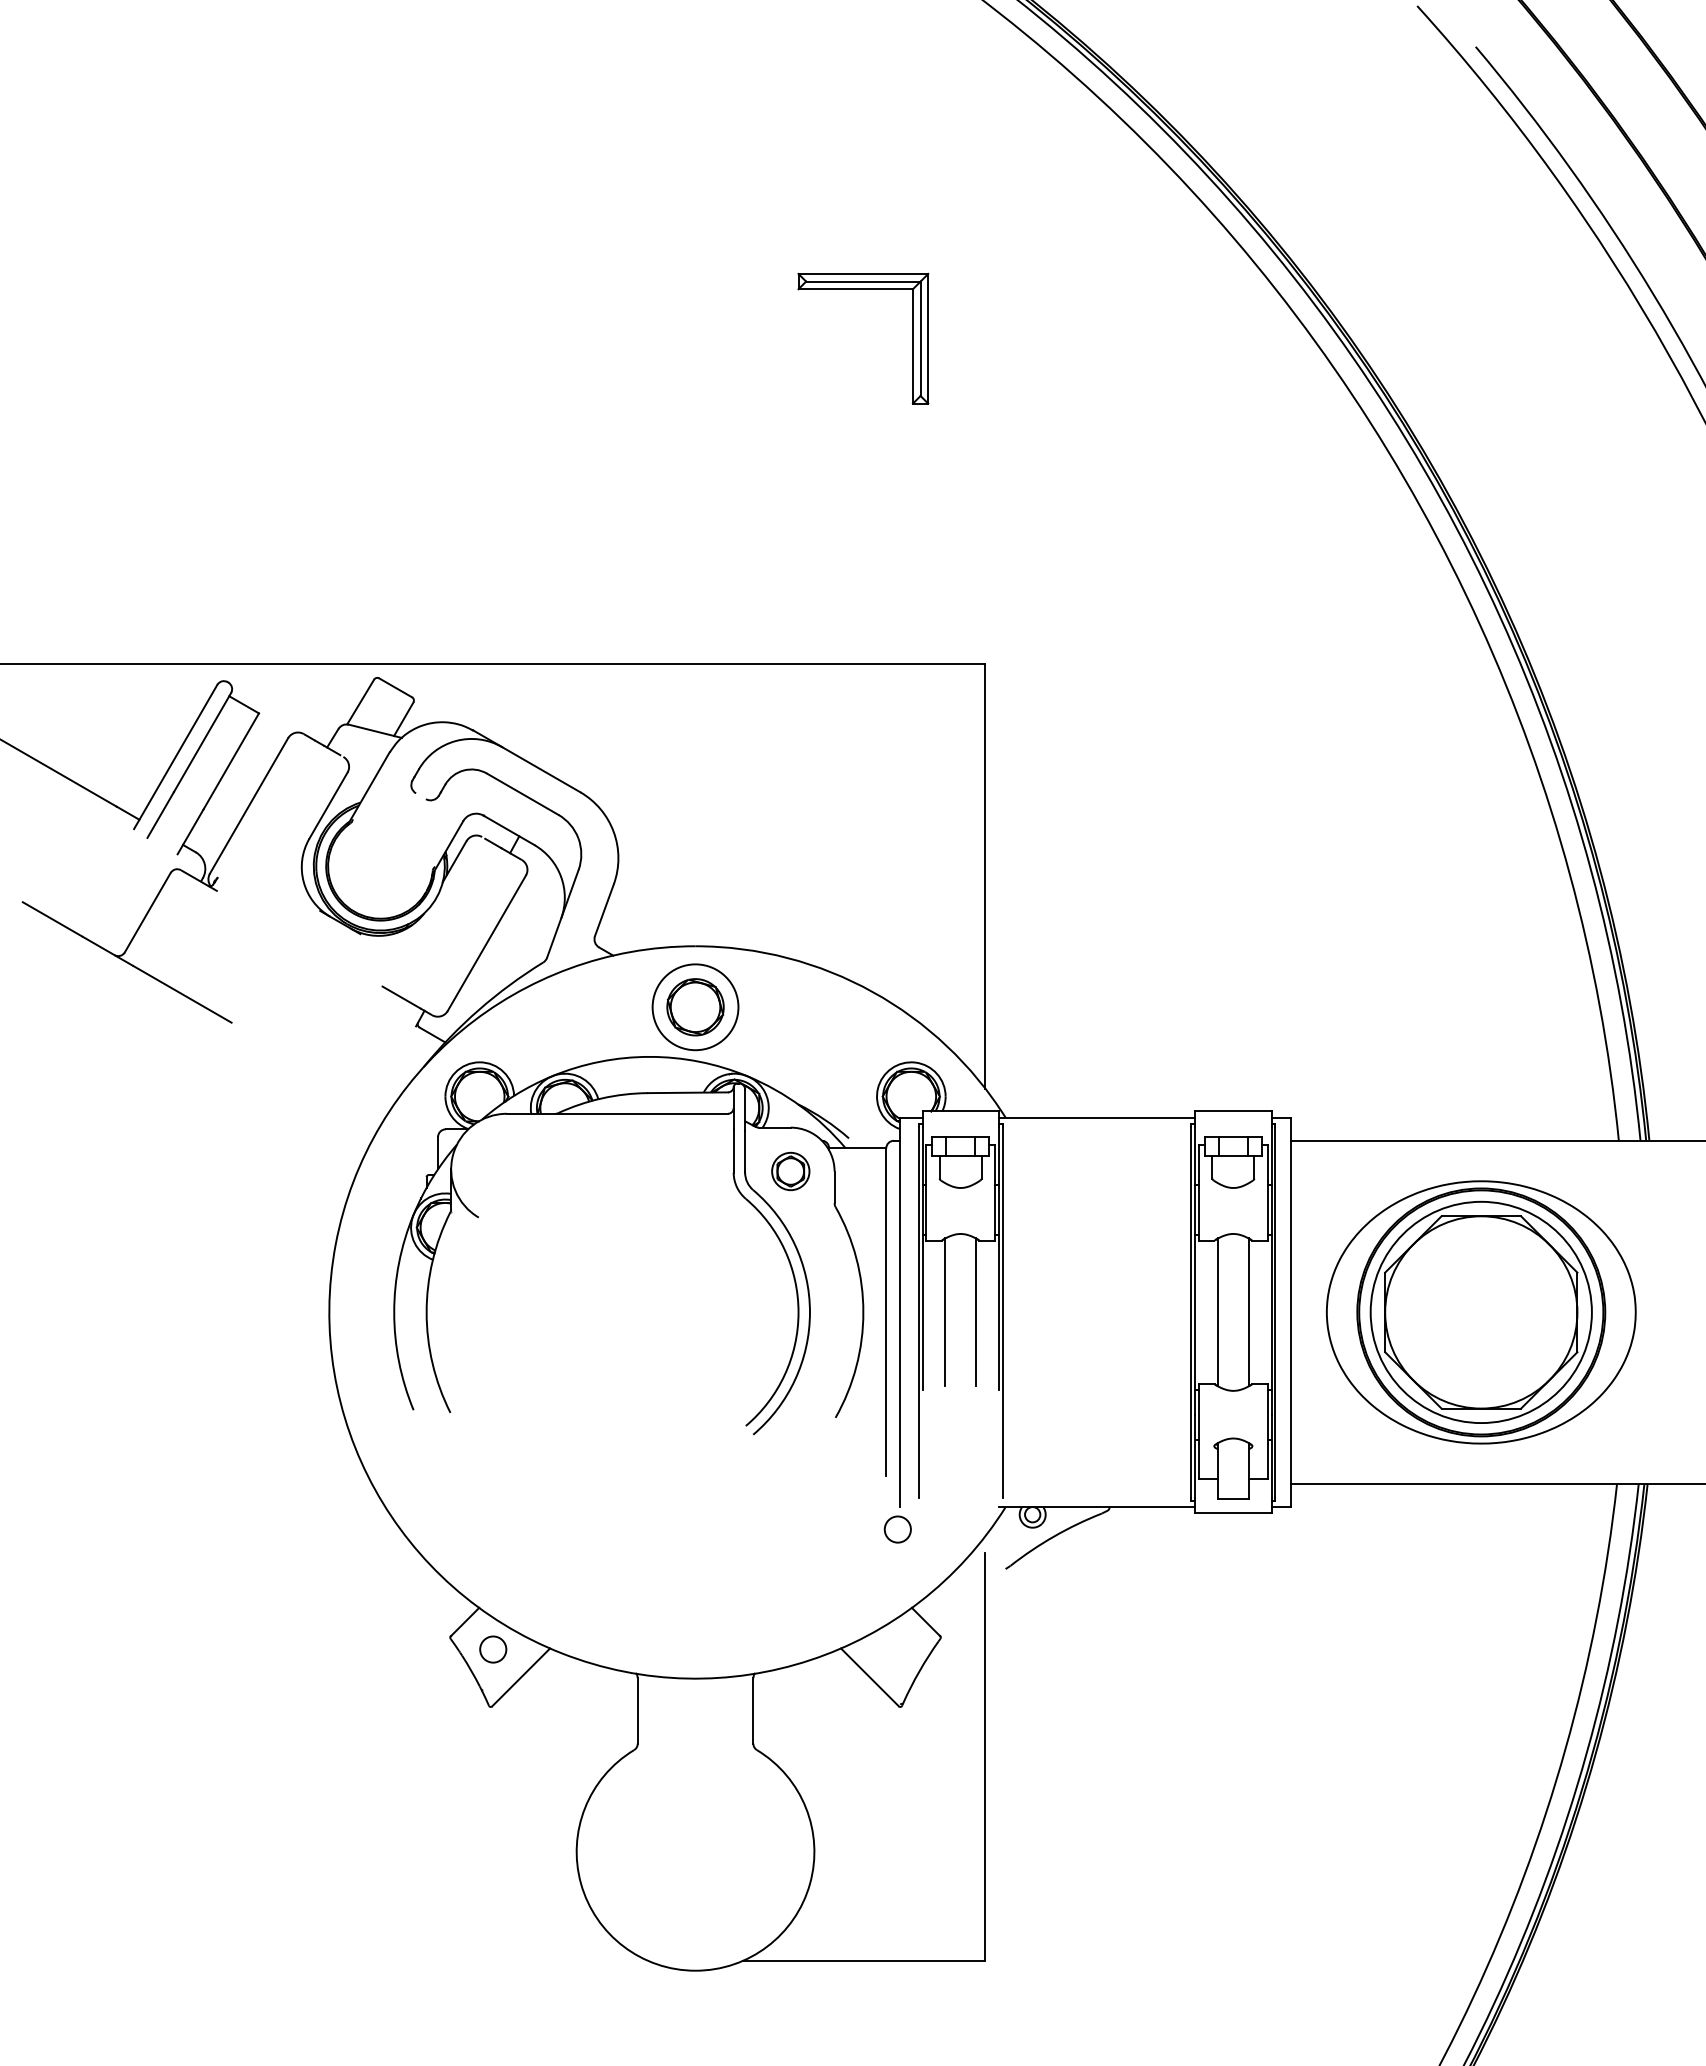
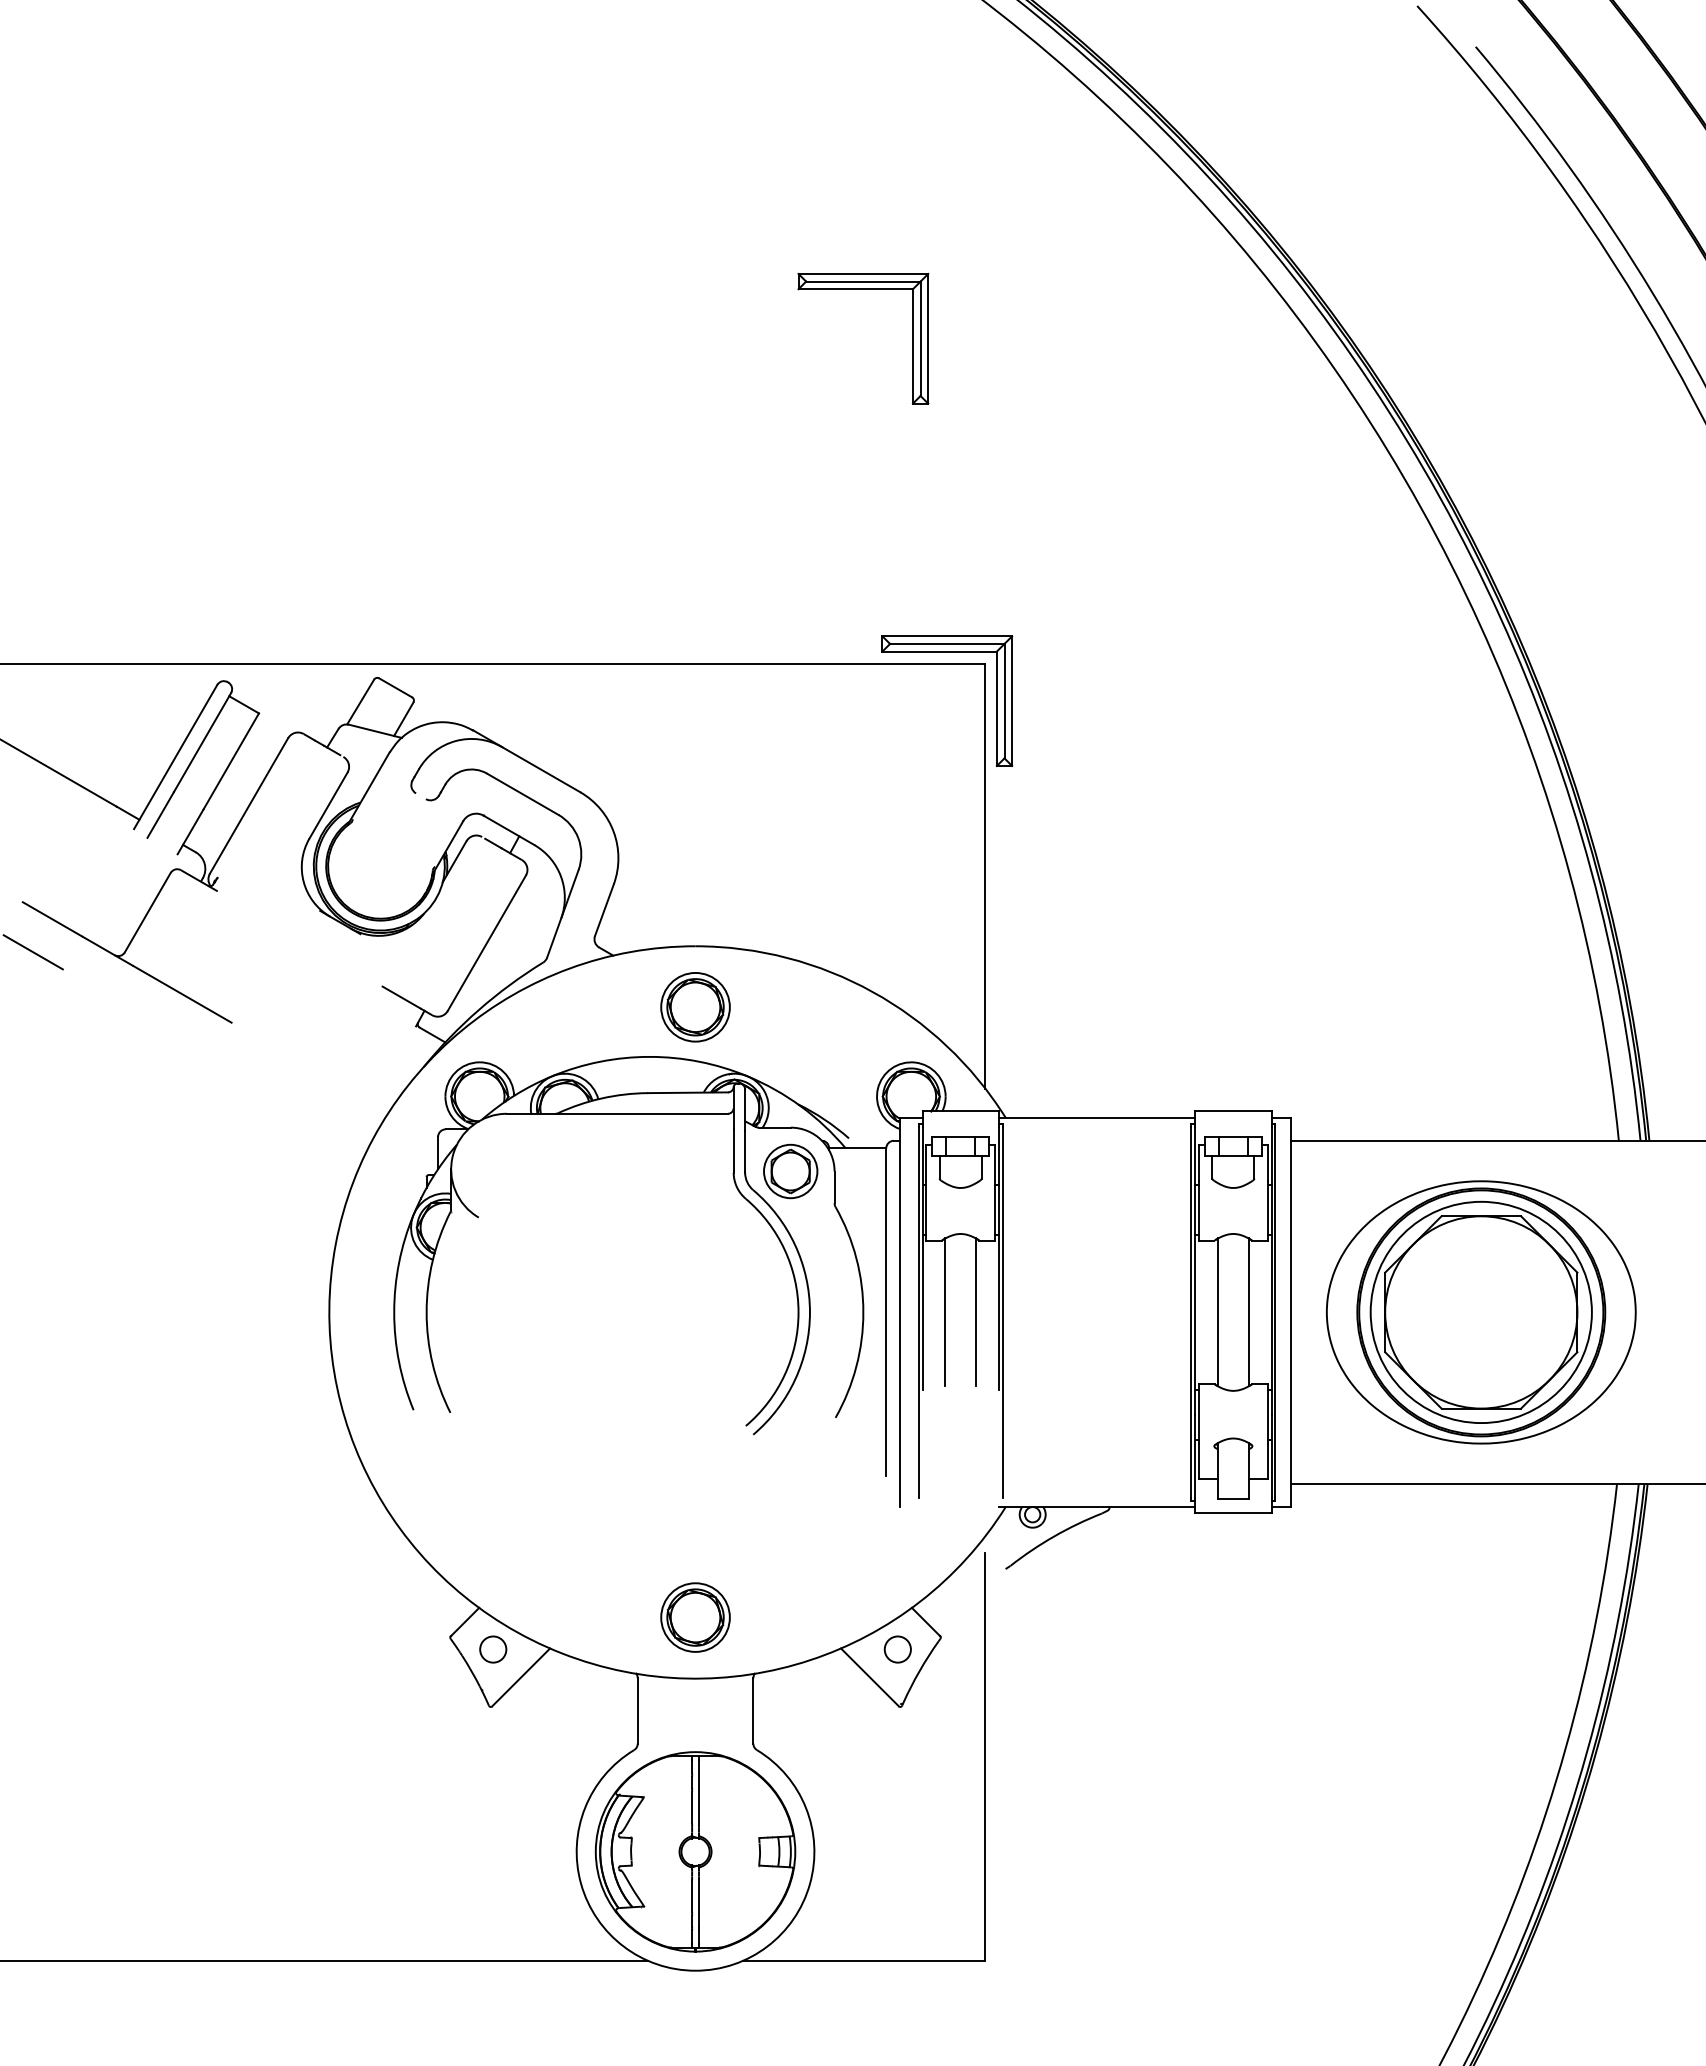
part at (947, 652): none -> present
line at (32, 952): none -> present
circle at (695, 1007) diameter: 86 px -> 69 px
part at (790, 1171) size: 40x41 px -> 56x57 px
circle at (897, 1529) position: (897, 1529) -> (897, 1649)
part at (695, 1617): none -> present
part at (695, 1851): none -> present
line at (325, 1960): none -> present
